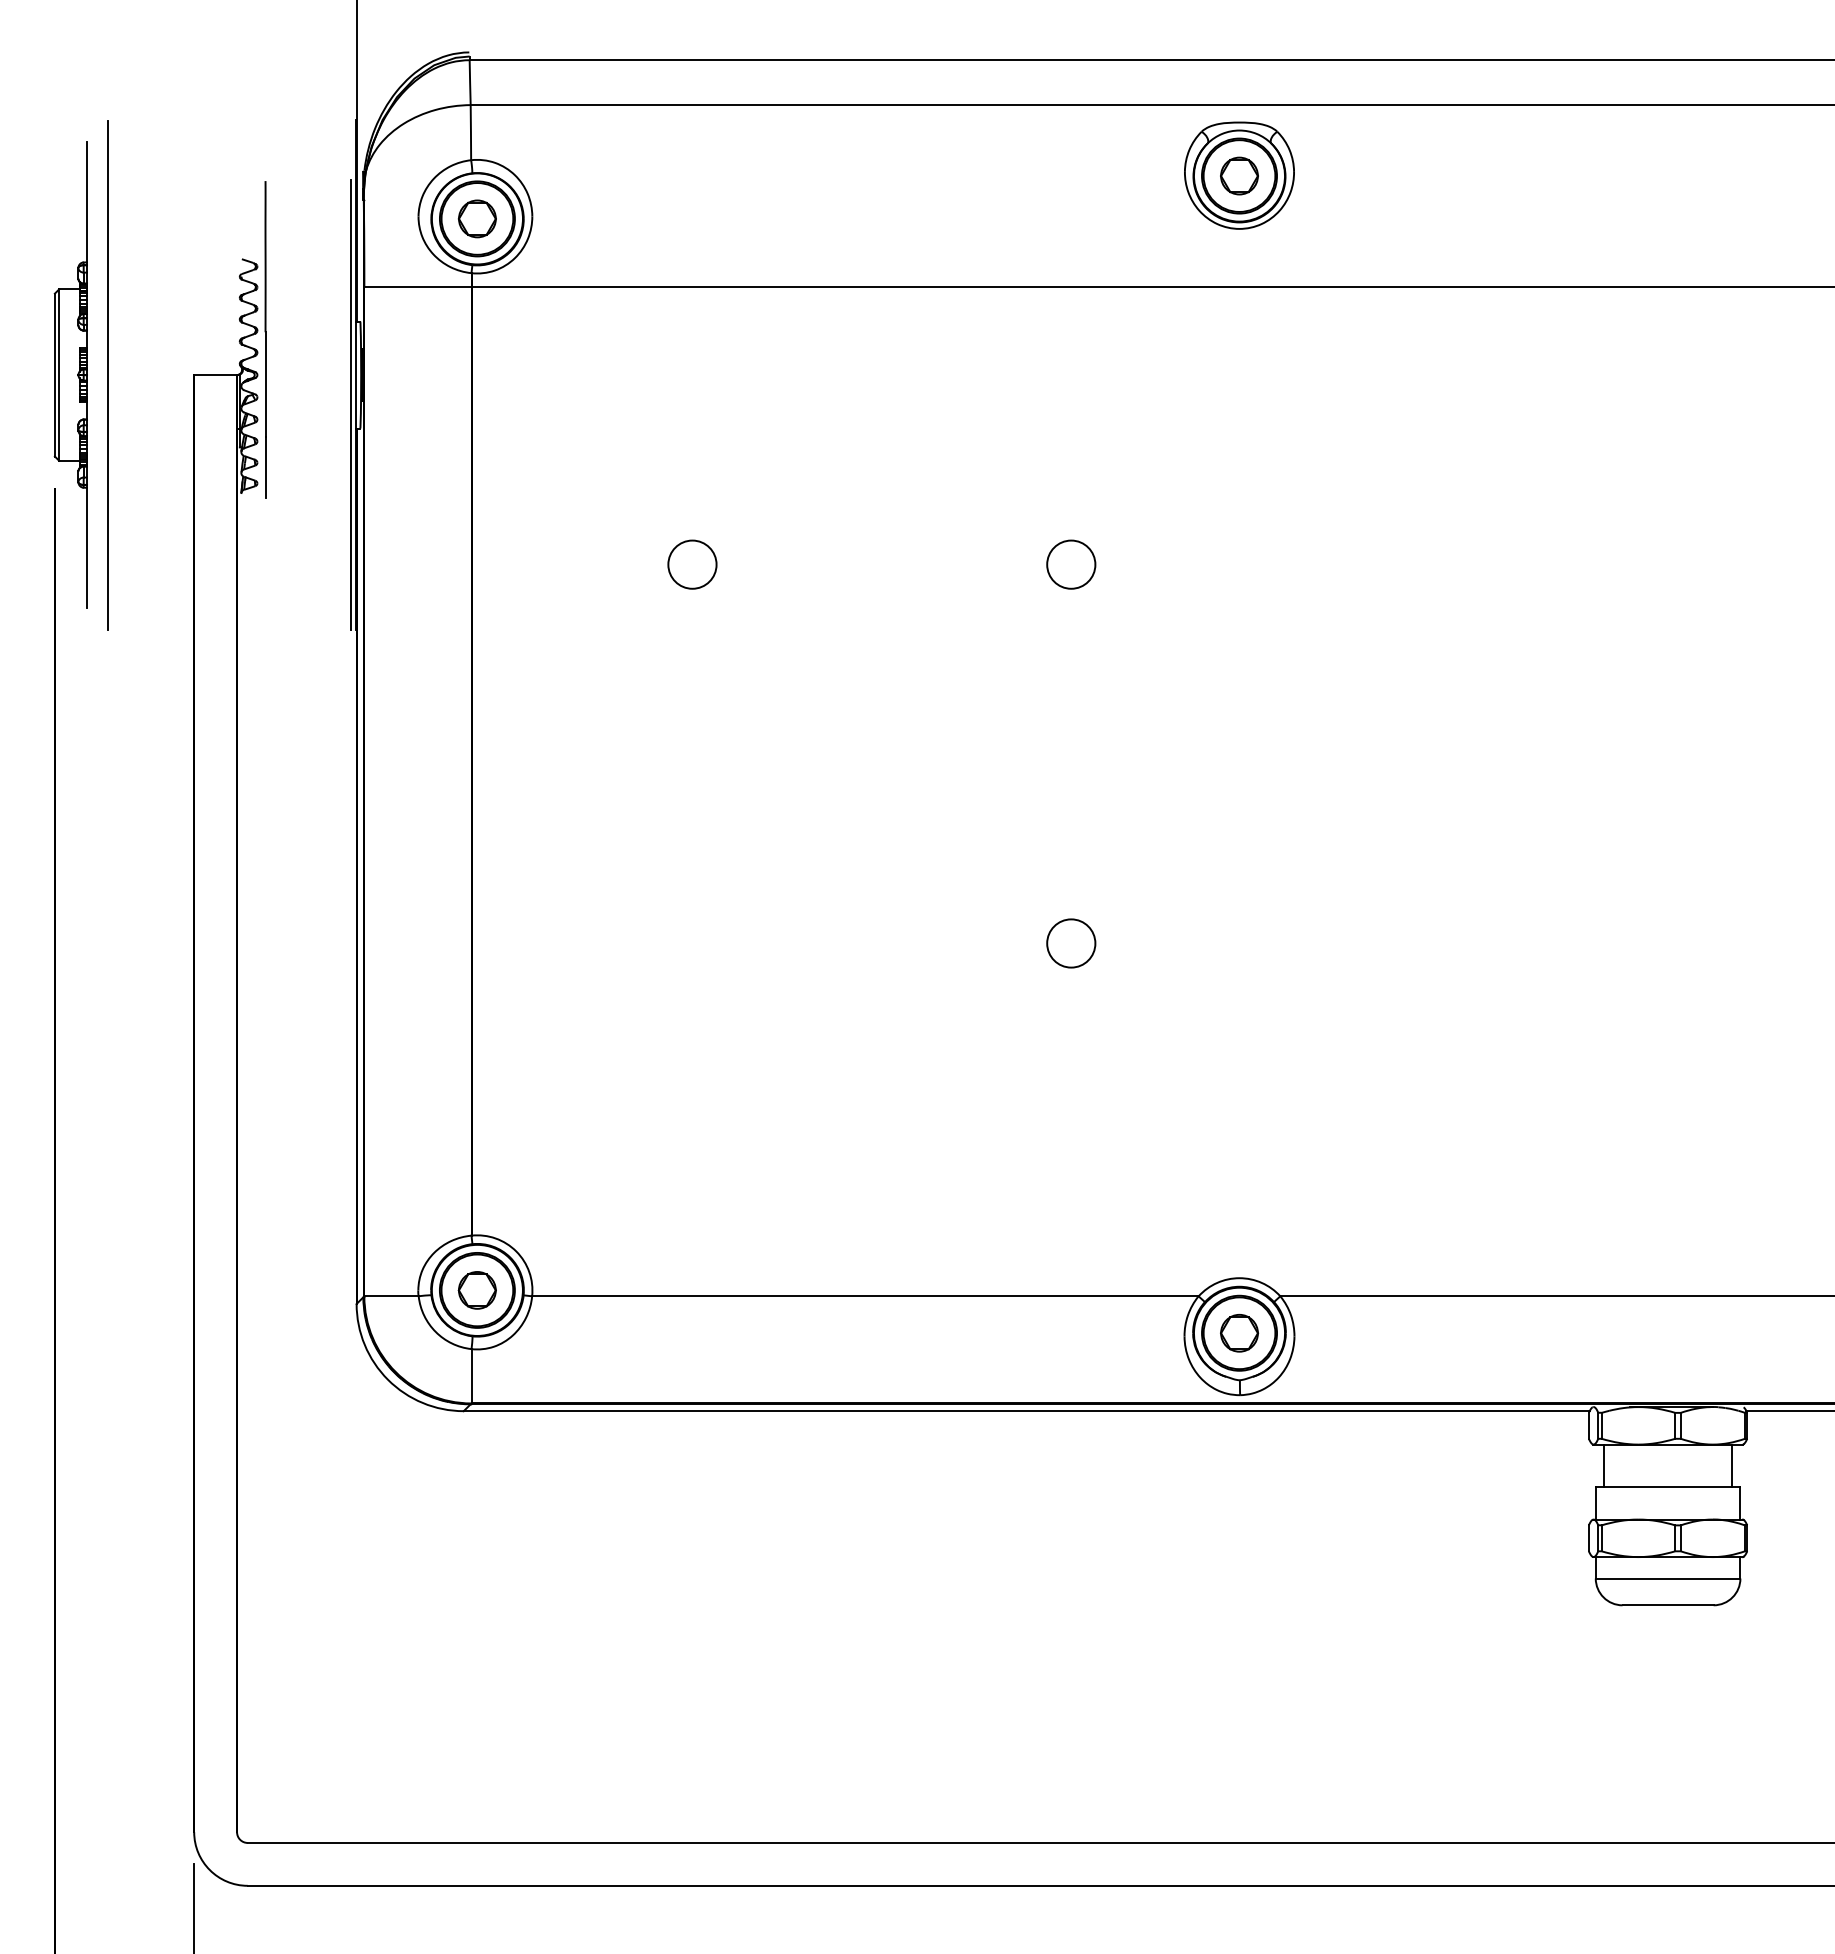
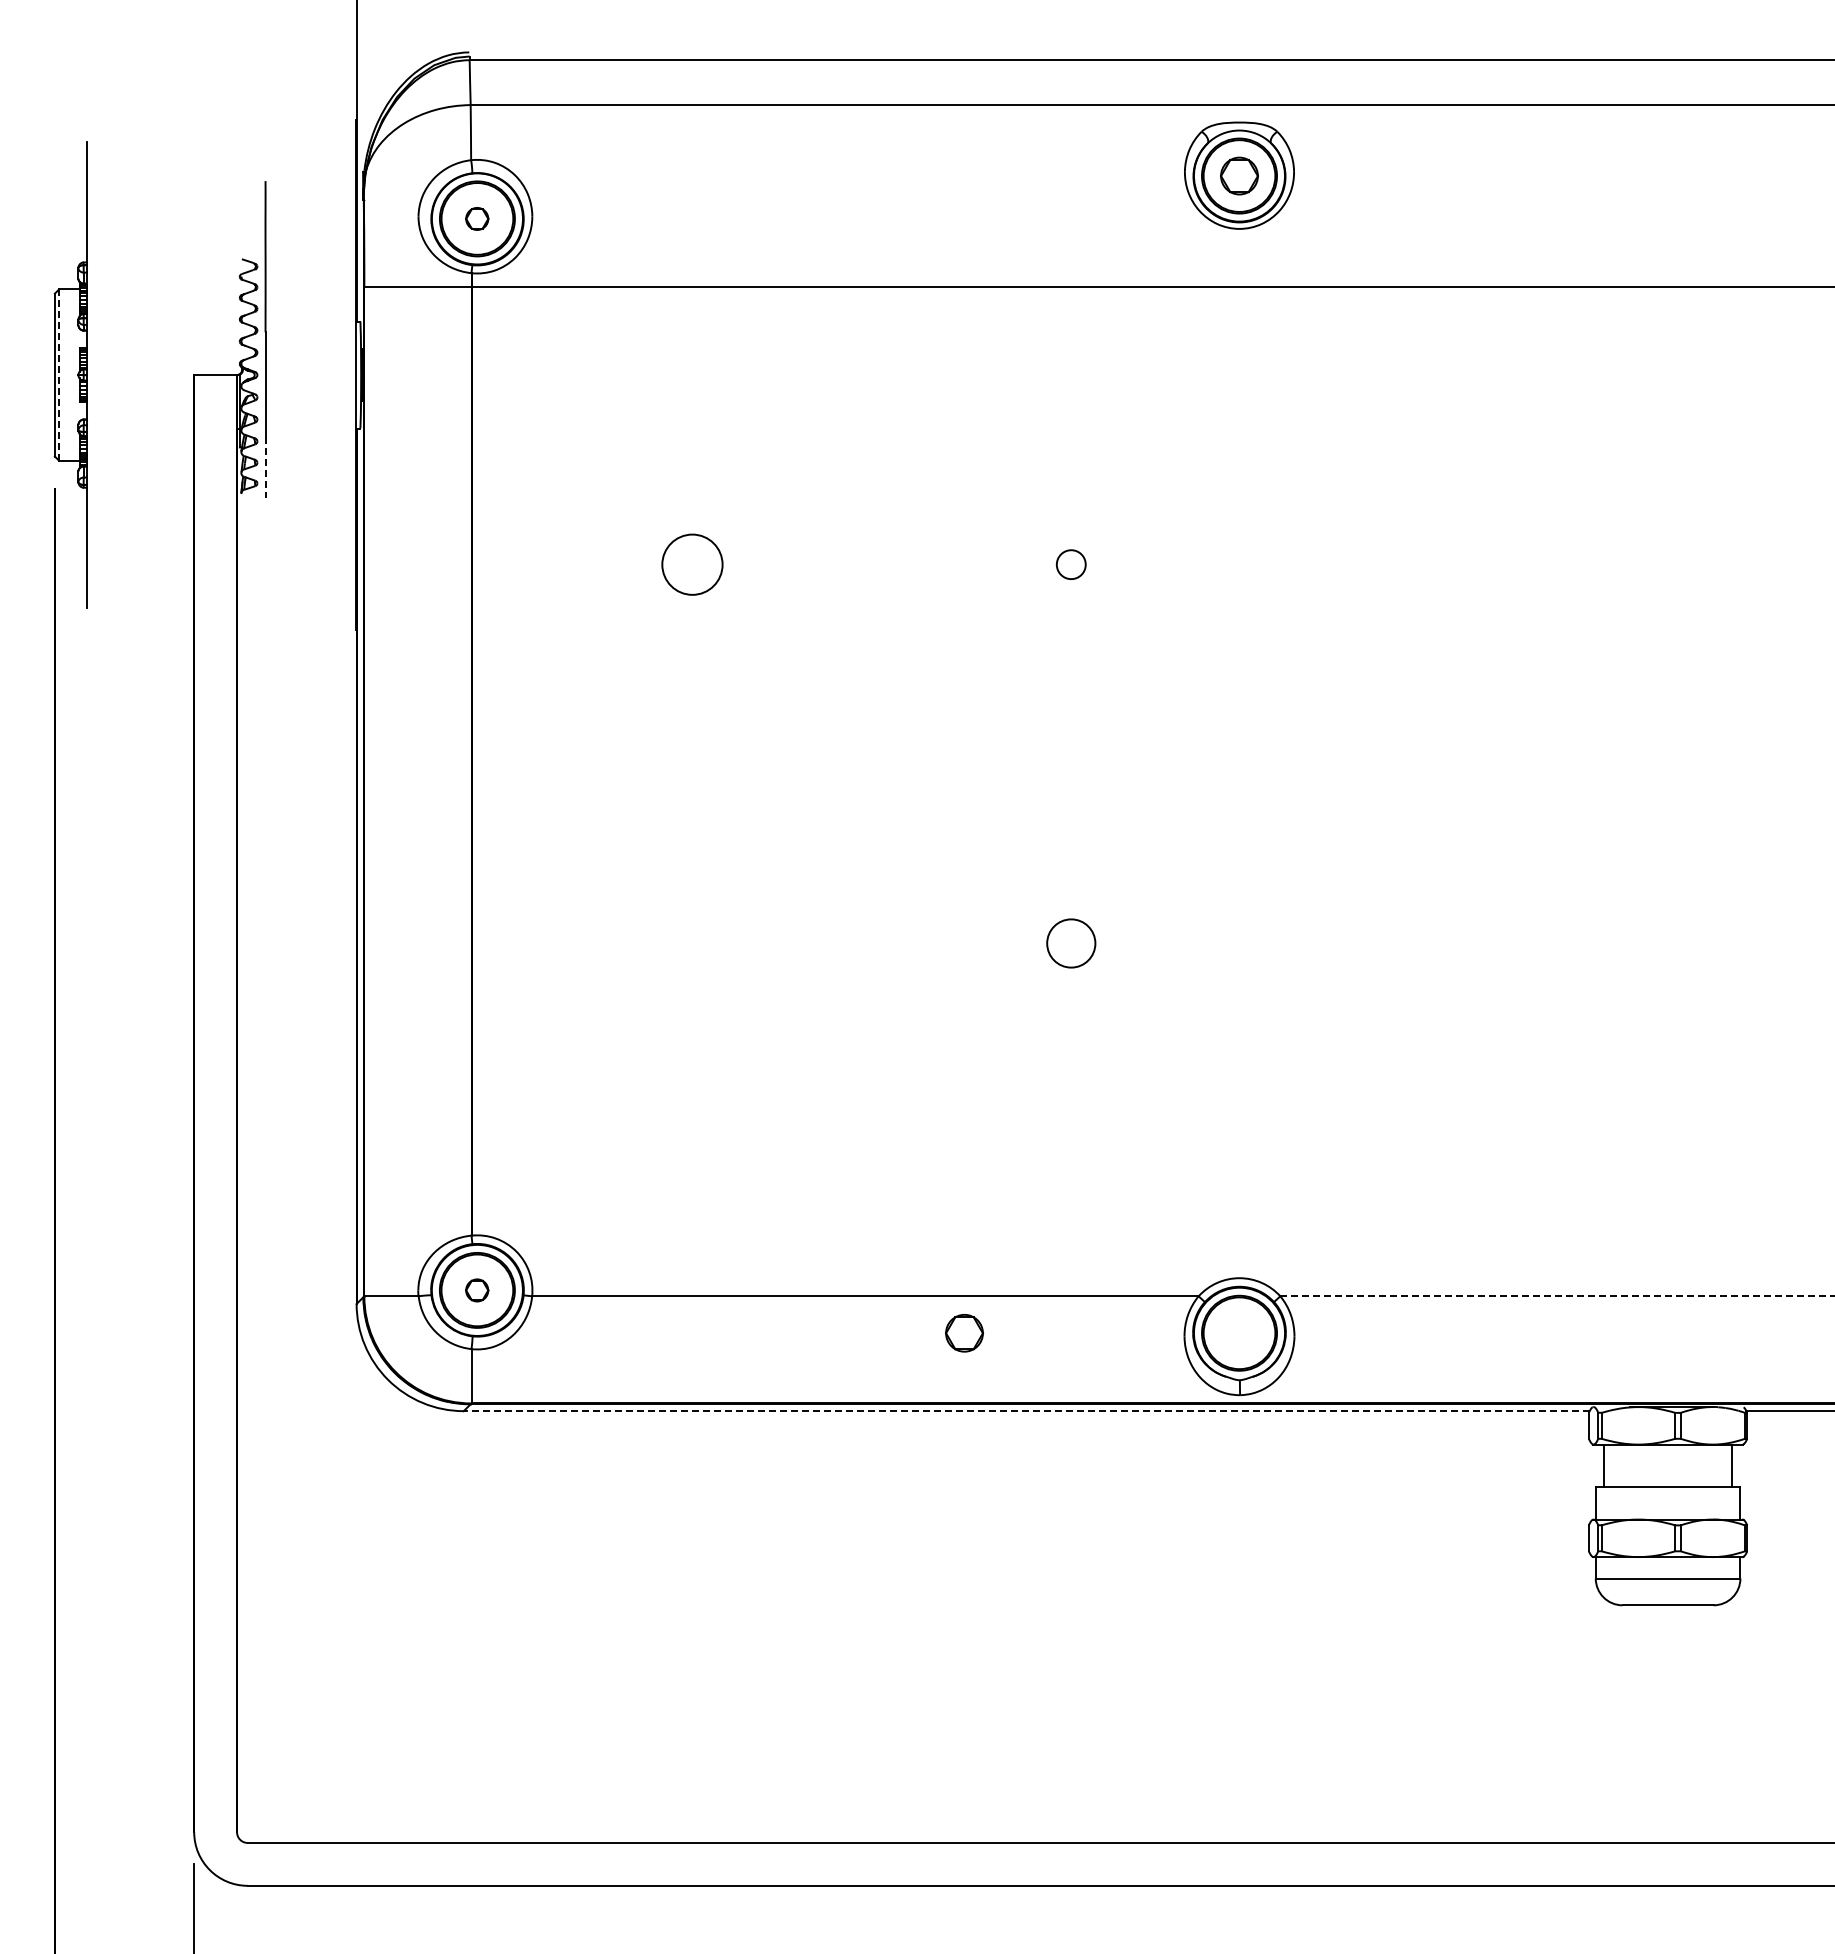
part at (476, 218) size: 40x40 px -> 25x24 px
line at (108, 374): present -> none
line at (59, 375): solid -> dashed
line at (351, 404): present -> none
line at (265, 467): solid -> dashed
circle at (692, 564) size: 51x51 px -> 63x63 px
circle at (1071, 564) diameter: 48 px -> 29 px
part at (476, 1290) size: 40x39 px -> 25x25 px
line at (1558, 1296): solid -> dashed
part at (1239, 1333) position: (1239, 1333) -> (964, 1333)
line at (1026, 1411): solid -> dashed
